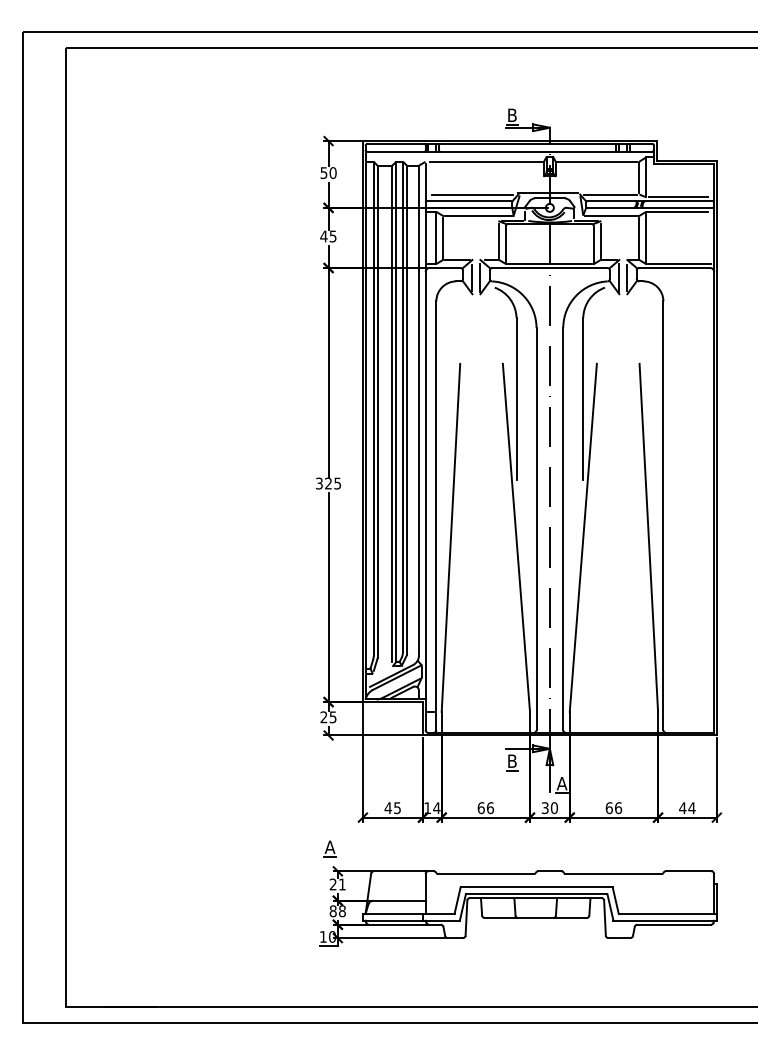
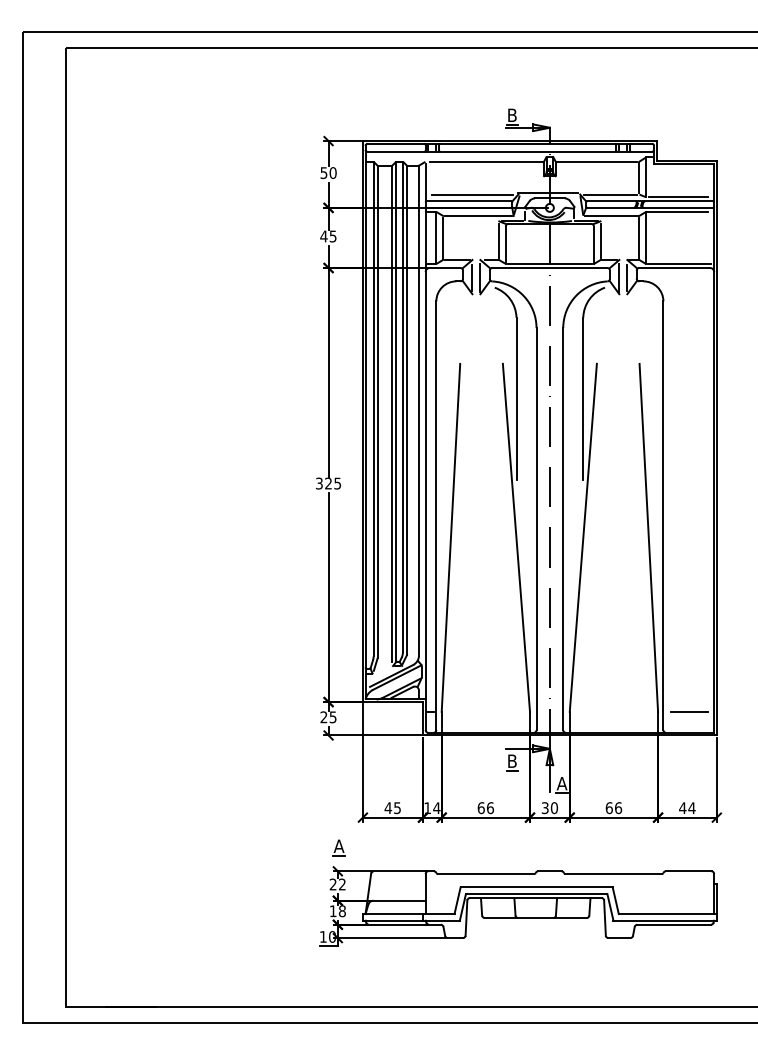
line at (689, 711): none -> present
part at (329, 848) position: (329, 848) -> (338, 847)
text at (342, 884): 21 -> 22
text at (332, 911): 88 -> 18
